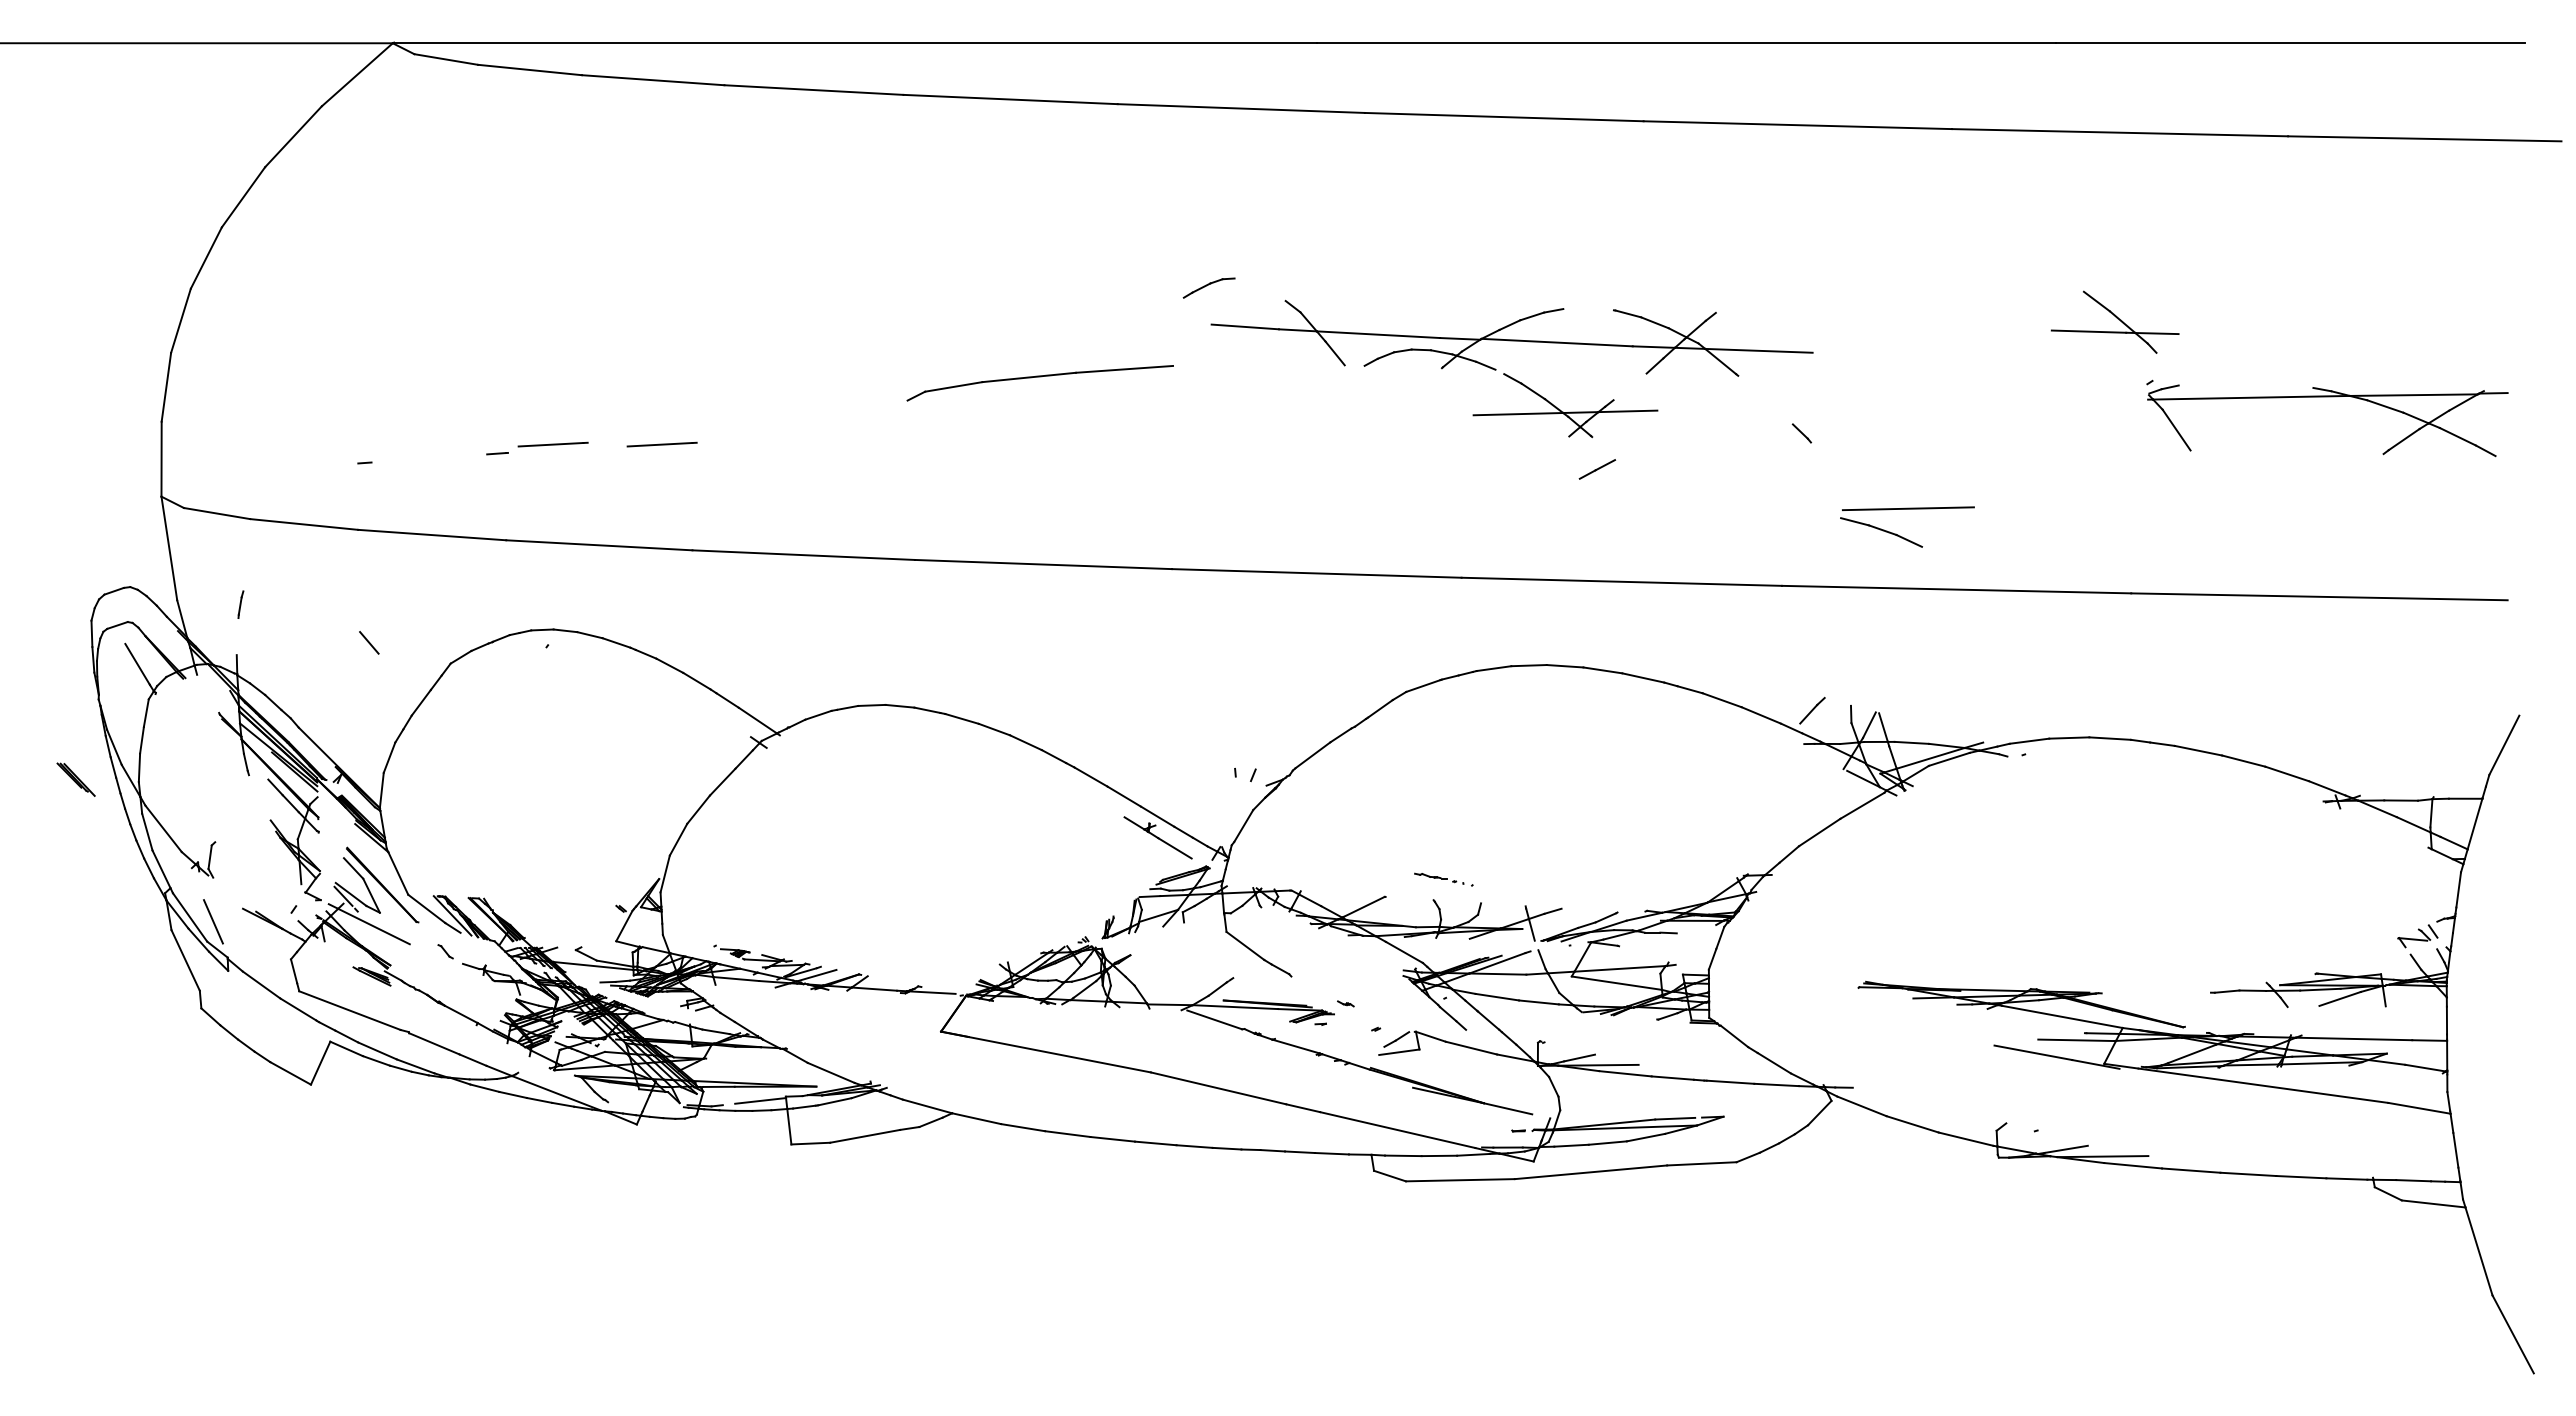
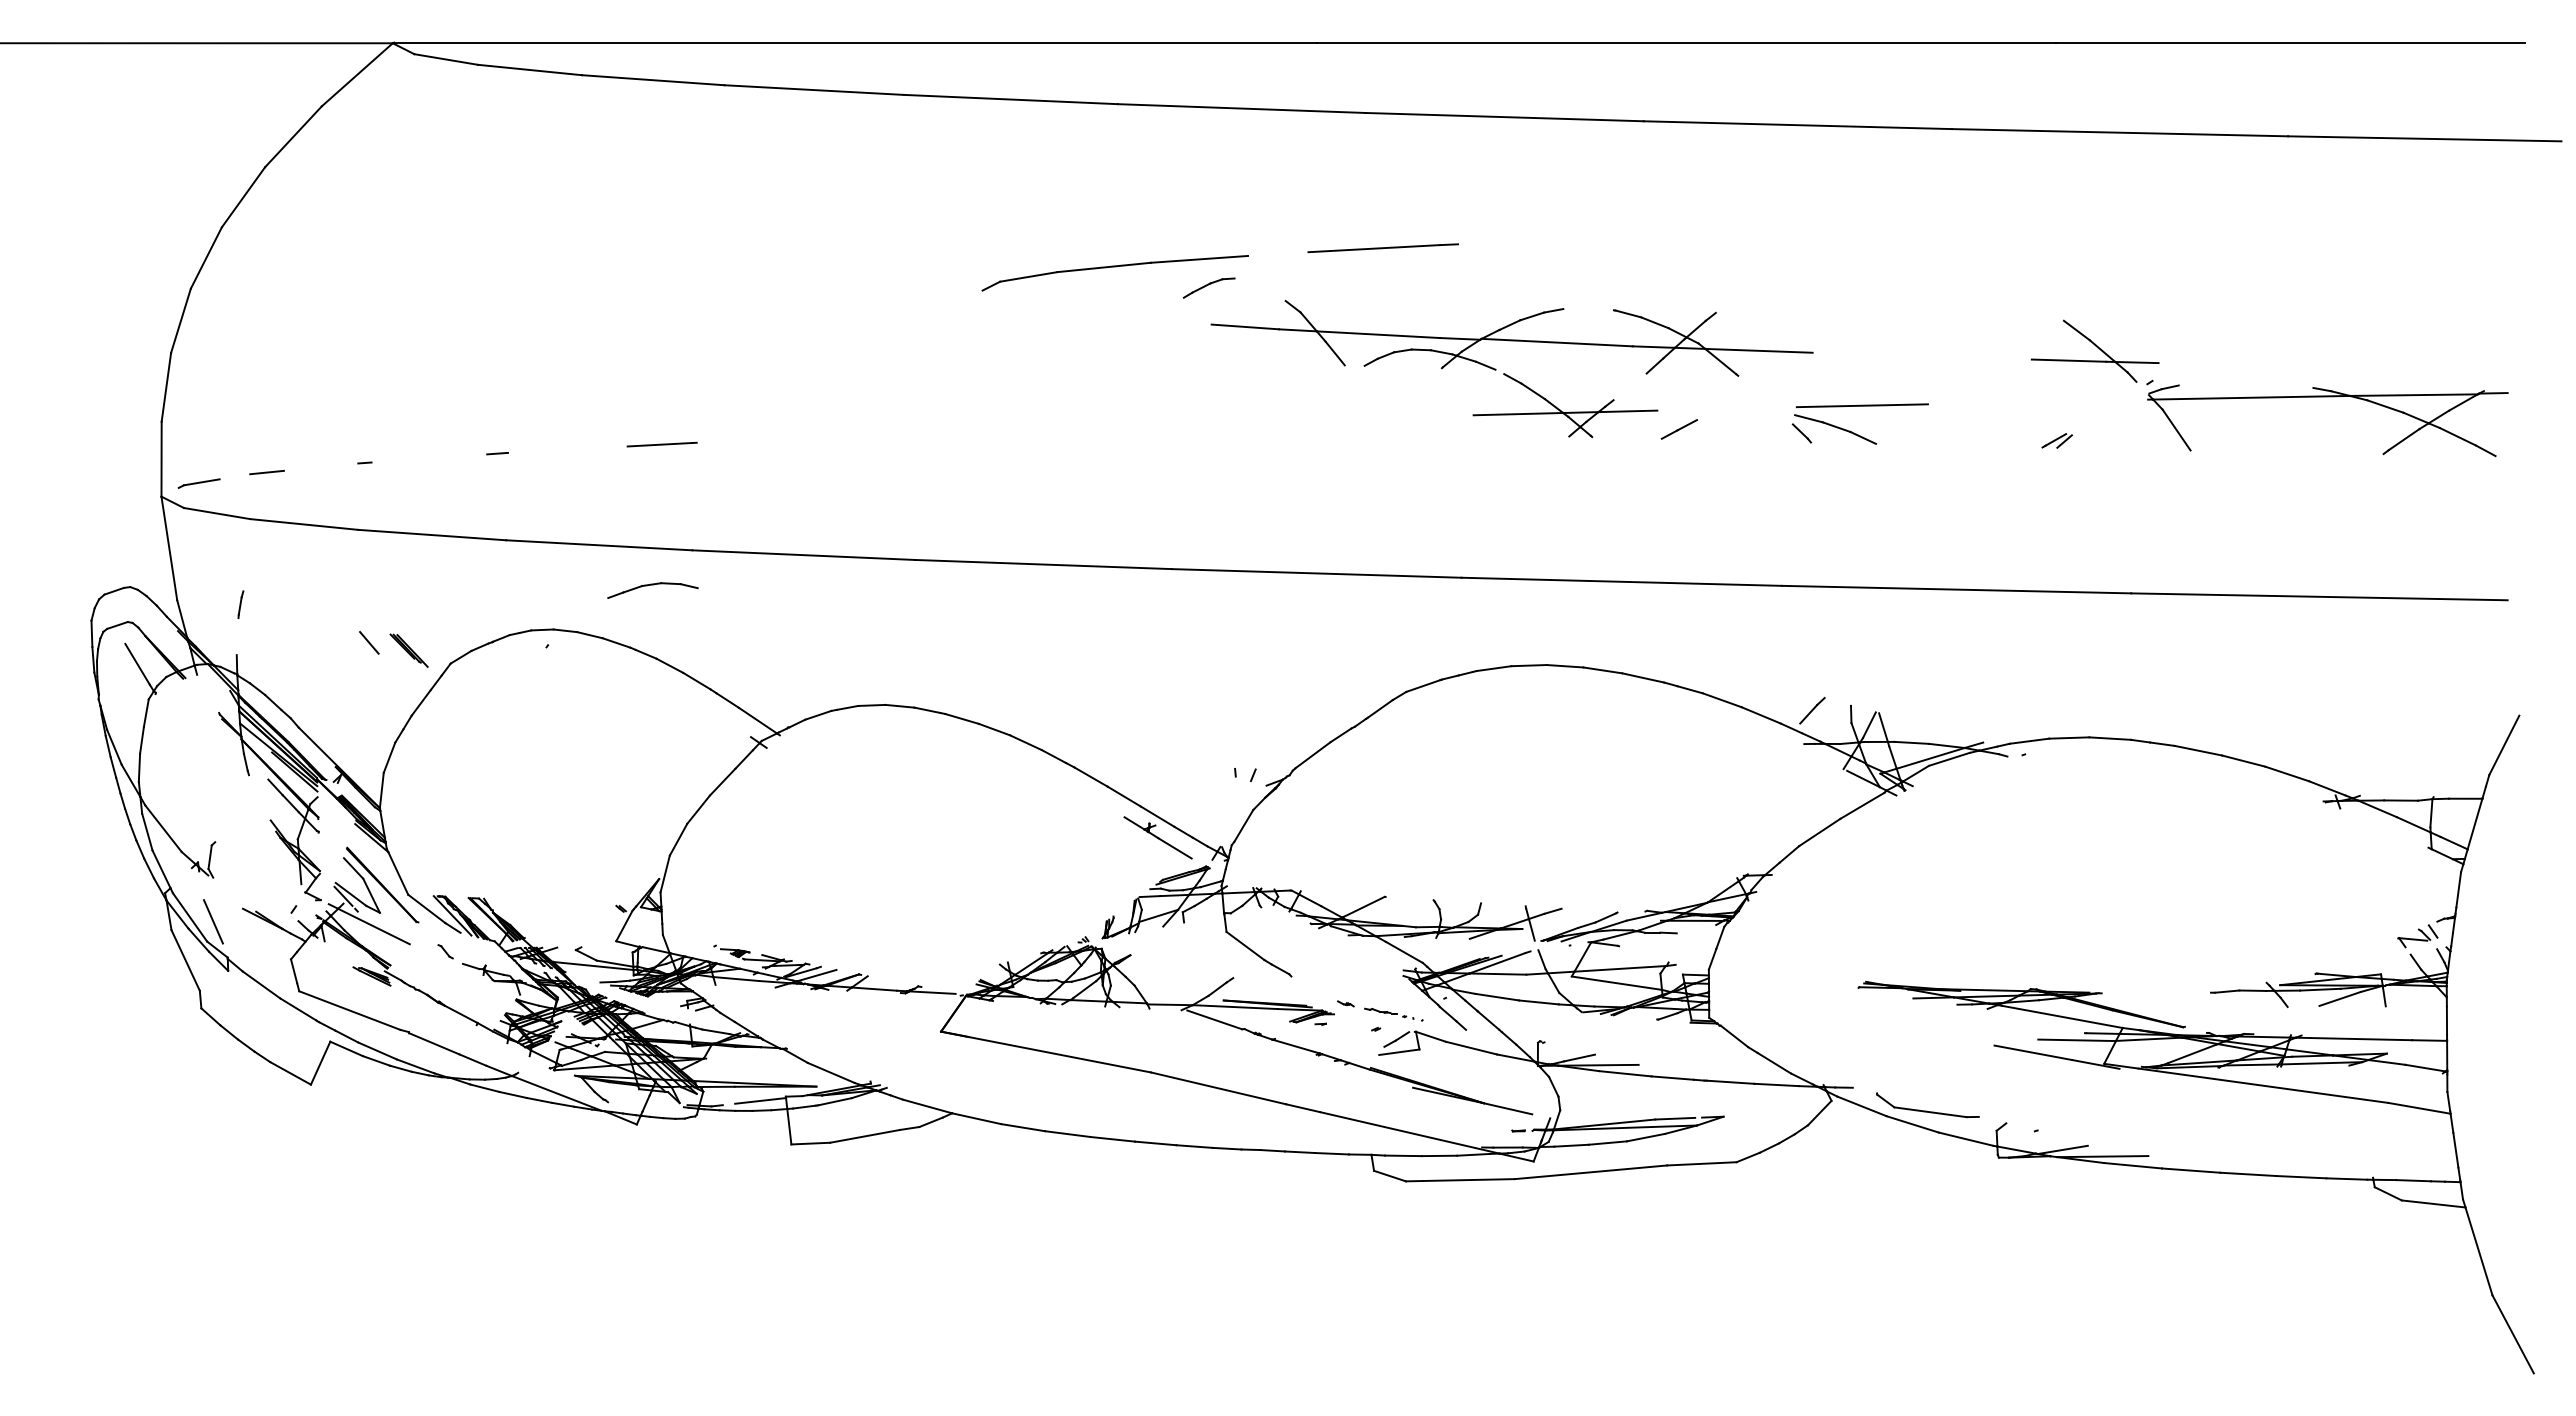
line at (1382, 248): none -> present
part at (2114, 321) position: (2114, 321) -> (2094, 350)
part at (1039, 383) position: (1039, 383) -> (1114, 273)
part at (2056, 440): none -> present
line at (552, 444): present -> none
line at (1597, 469) position: (1597, 469) -> (1679, 429)
line at (266, 472): none -> present
part at (198, 483): none -> present
part at (1902, 536) position: (1902, 536) -> (1856, 433)
part at (652, 590): none -> present
part at (75, 779) position: (75, 779) -> (408, 650)
part at (1443, 879) position: (1443, 879) -> (1393, 1014)
part at (1927, 1105): none -> present
